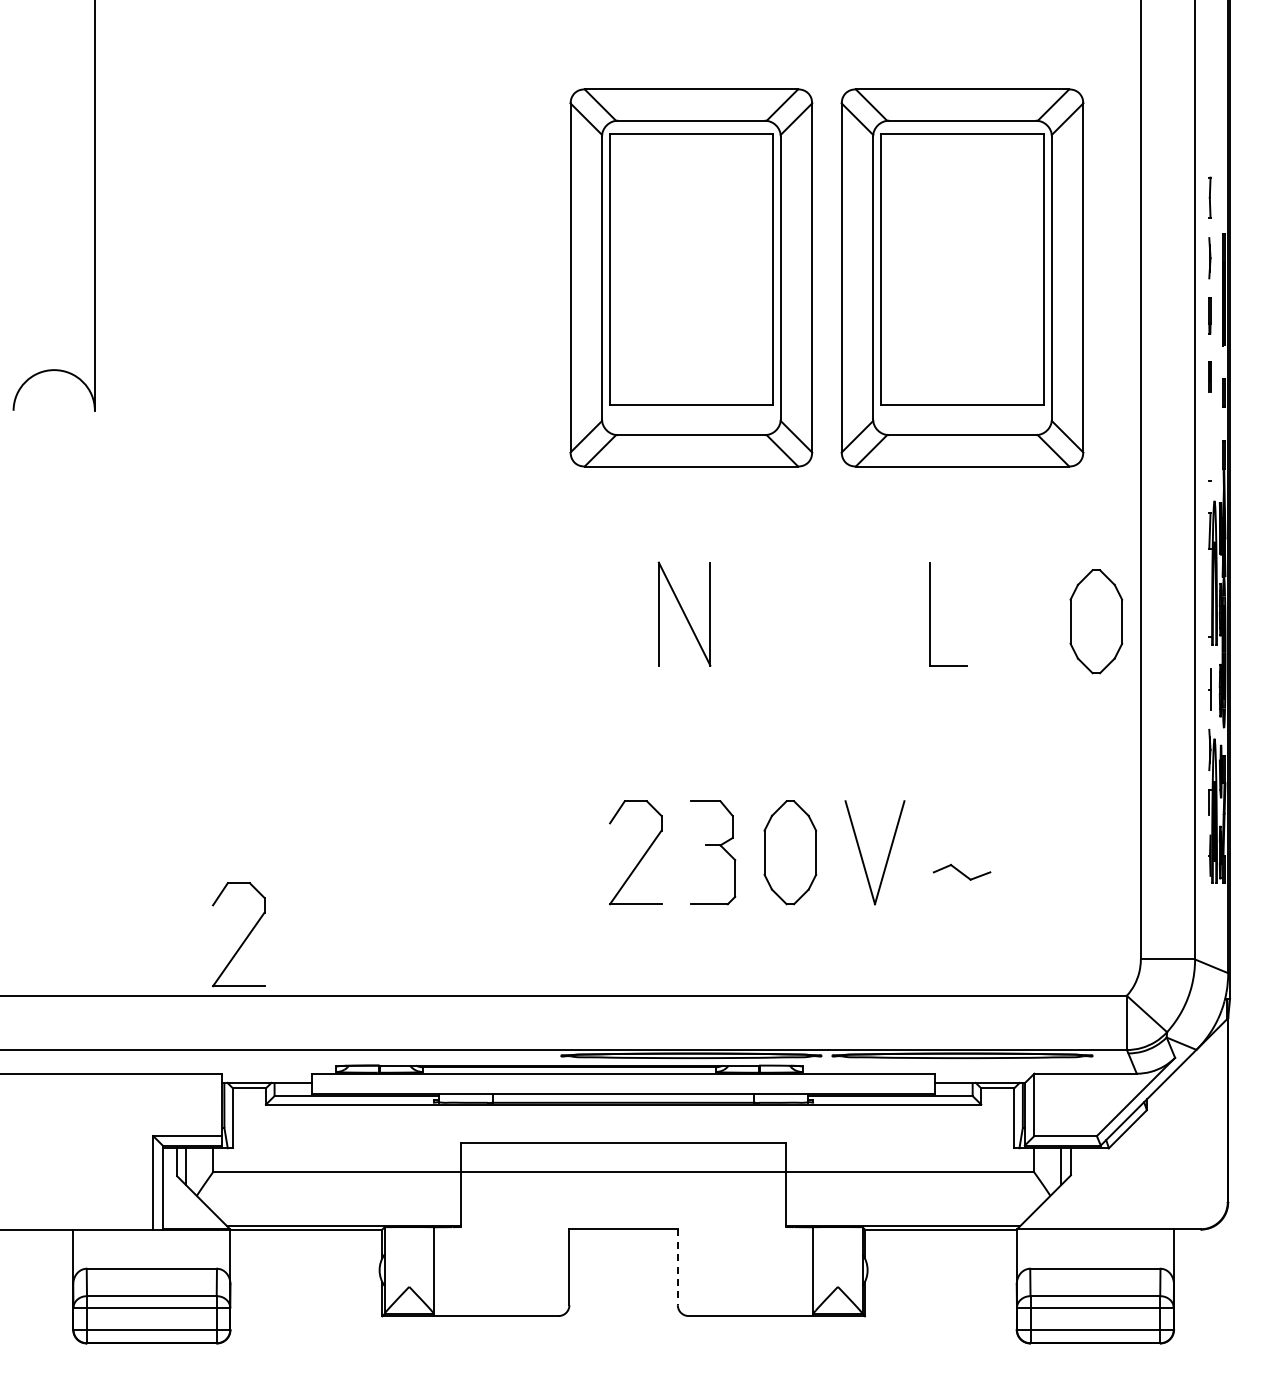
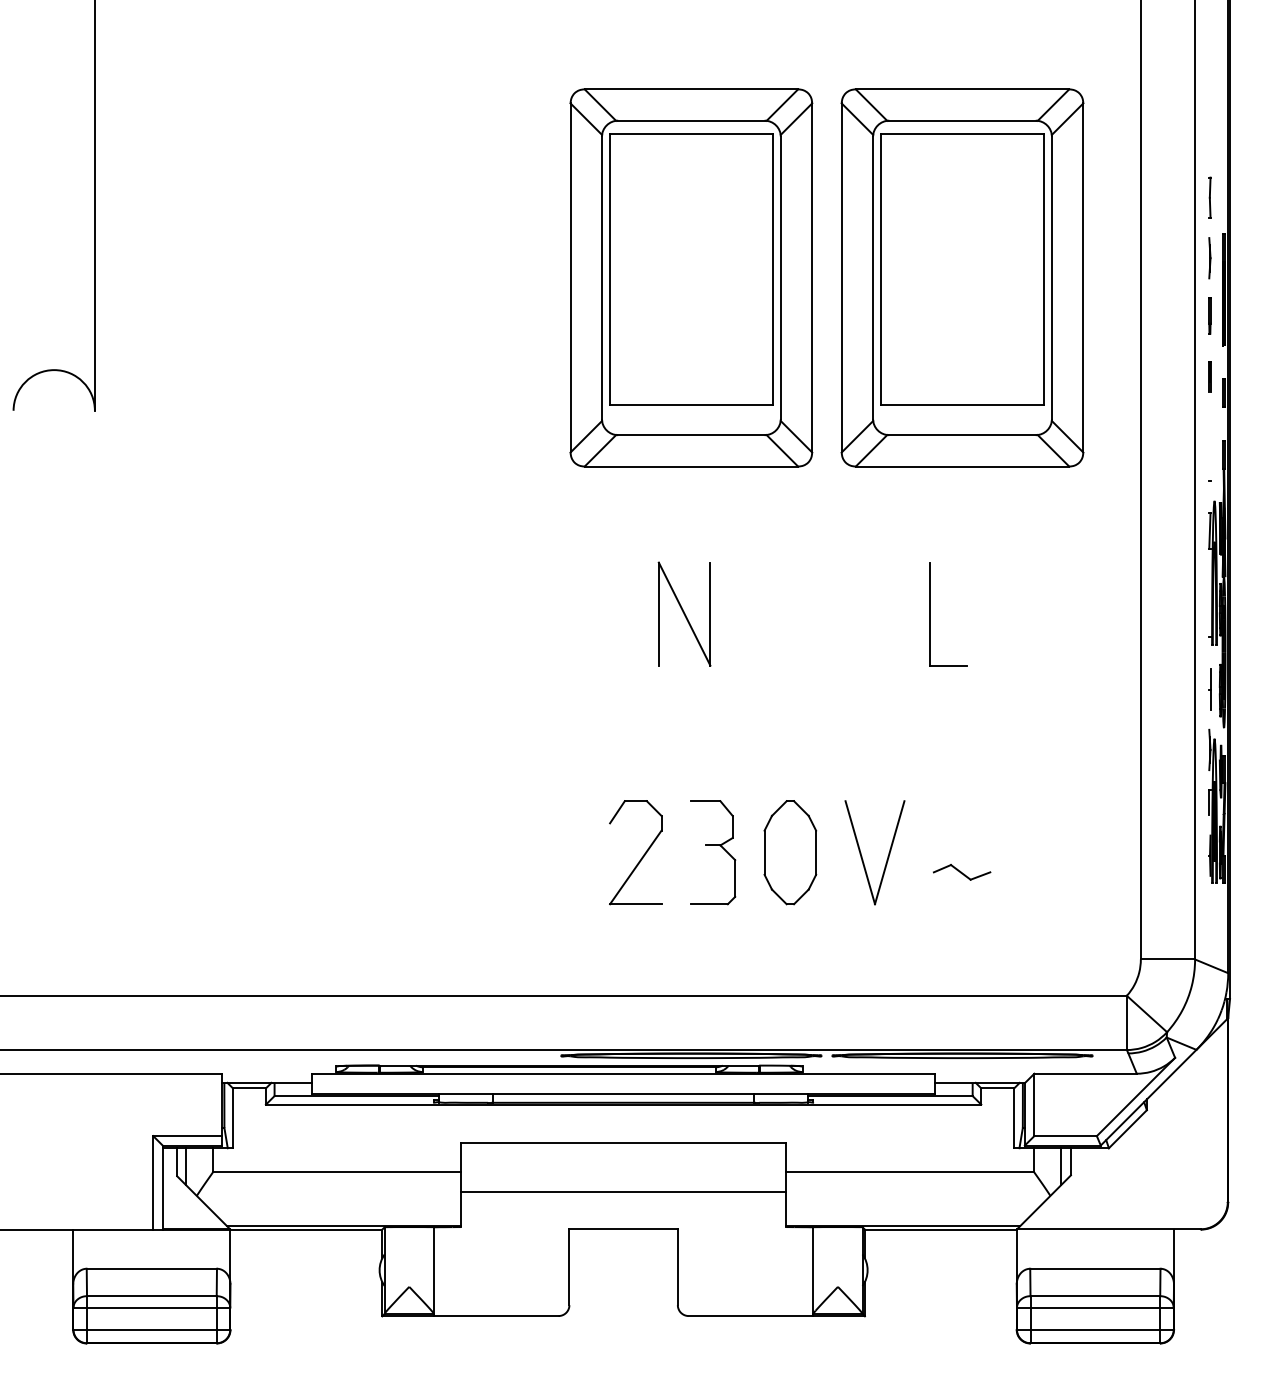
part at (1096, 621): present -> none
part at (244, 939): present -> none
line at (623, 1171) position: (623, 1171) -> (623, 1191)
line at (677, 1267): dashed -> solid
